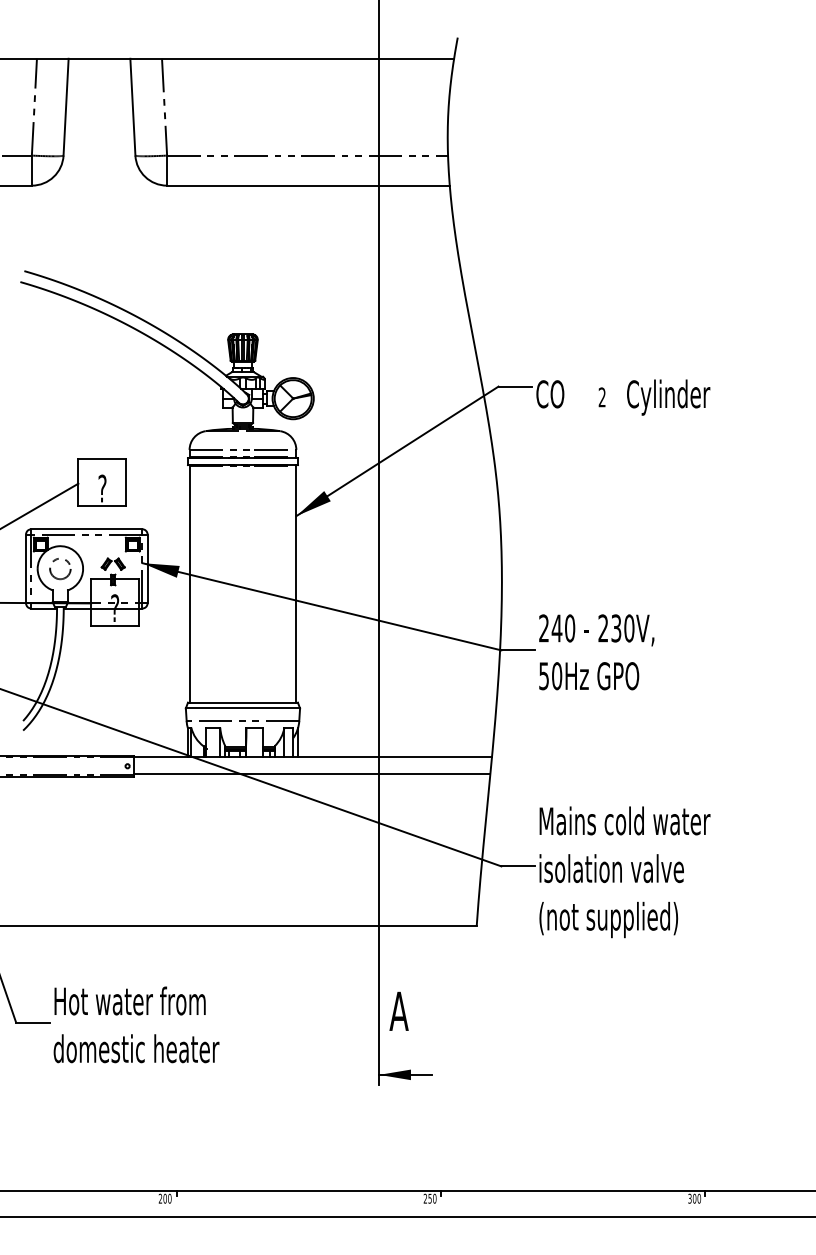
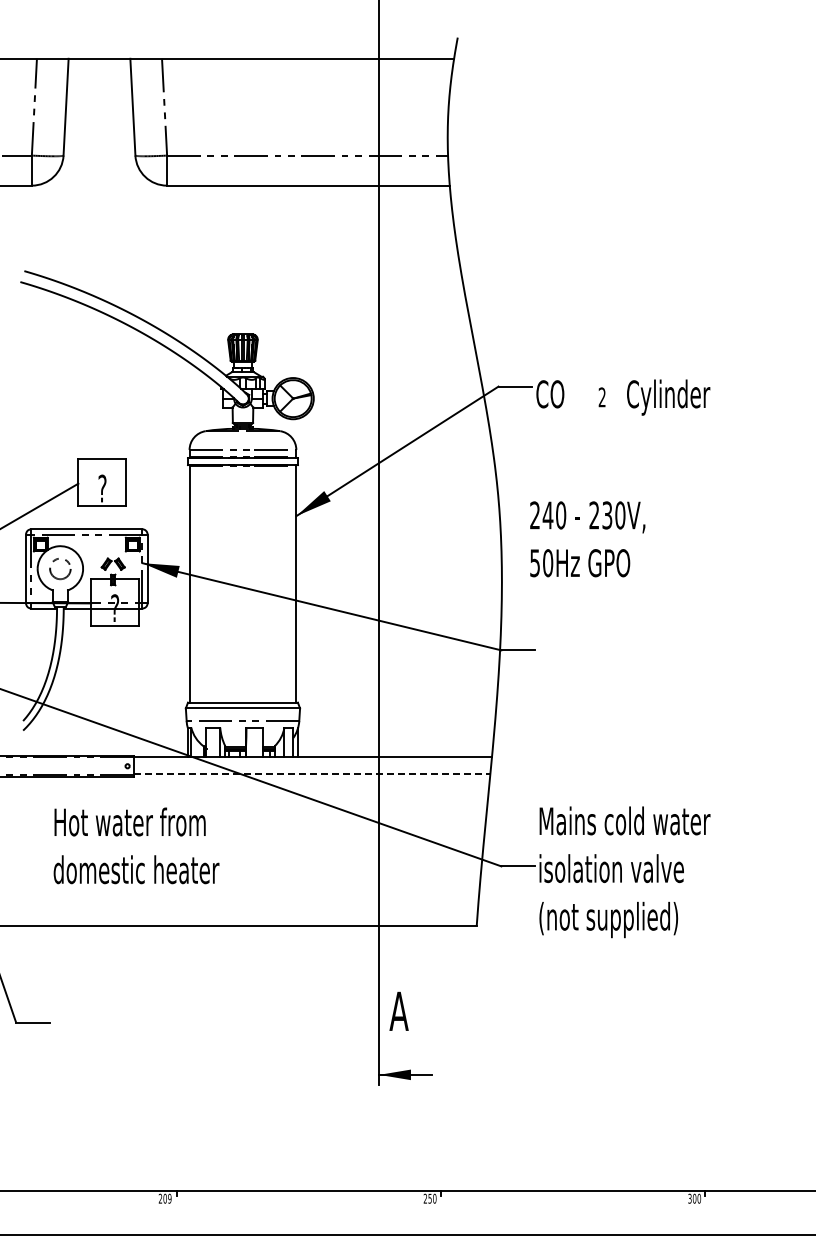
text at (596, 652) position: (596, 652) -> (587, 539)
line at (312, 773): solid -> dashed
text at (136, 1024) position: (136, 1024) -> (136, 845)
text at (169, 1198): 200 -> 209
line at (407, 1217) position: (407, 1217) -> (407, 1235)
